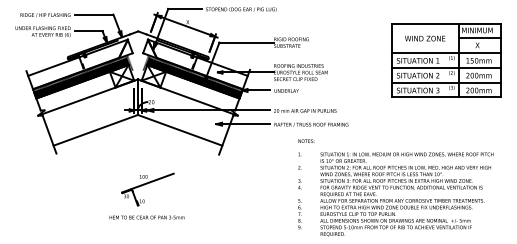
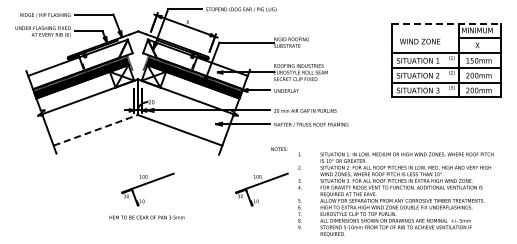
line at (446, 23): solid -> dashed
text at (425, 38) position: (425, 38) -> (420, 41)
line at (95, 130): solid -> dashed
text at (306, 140) position: (306, 140) -> (279, 148)
part at (261, 189): none -> present
